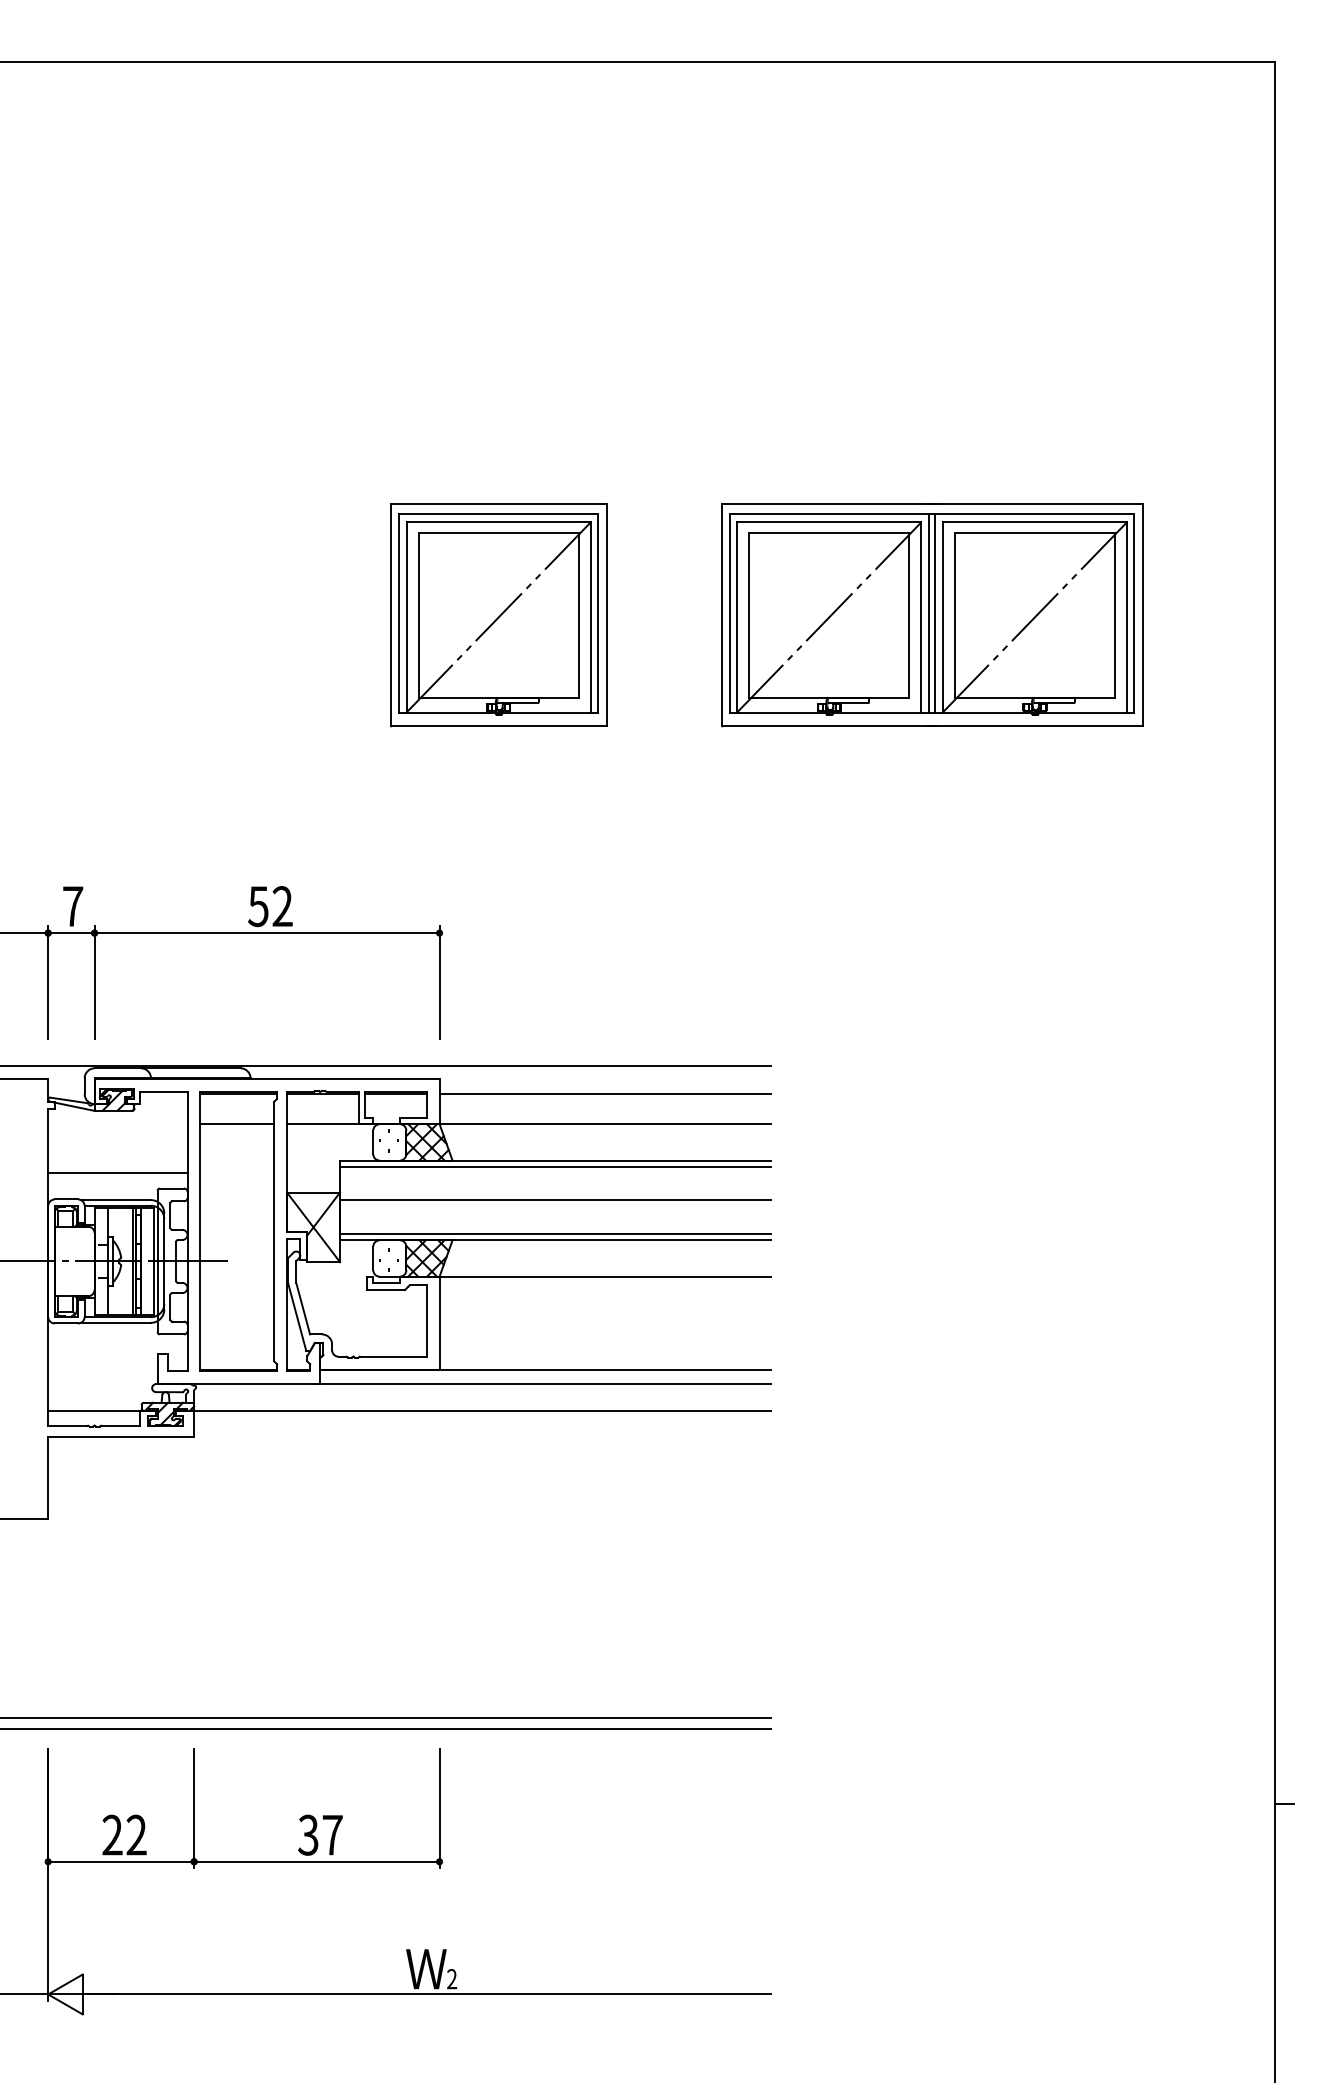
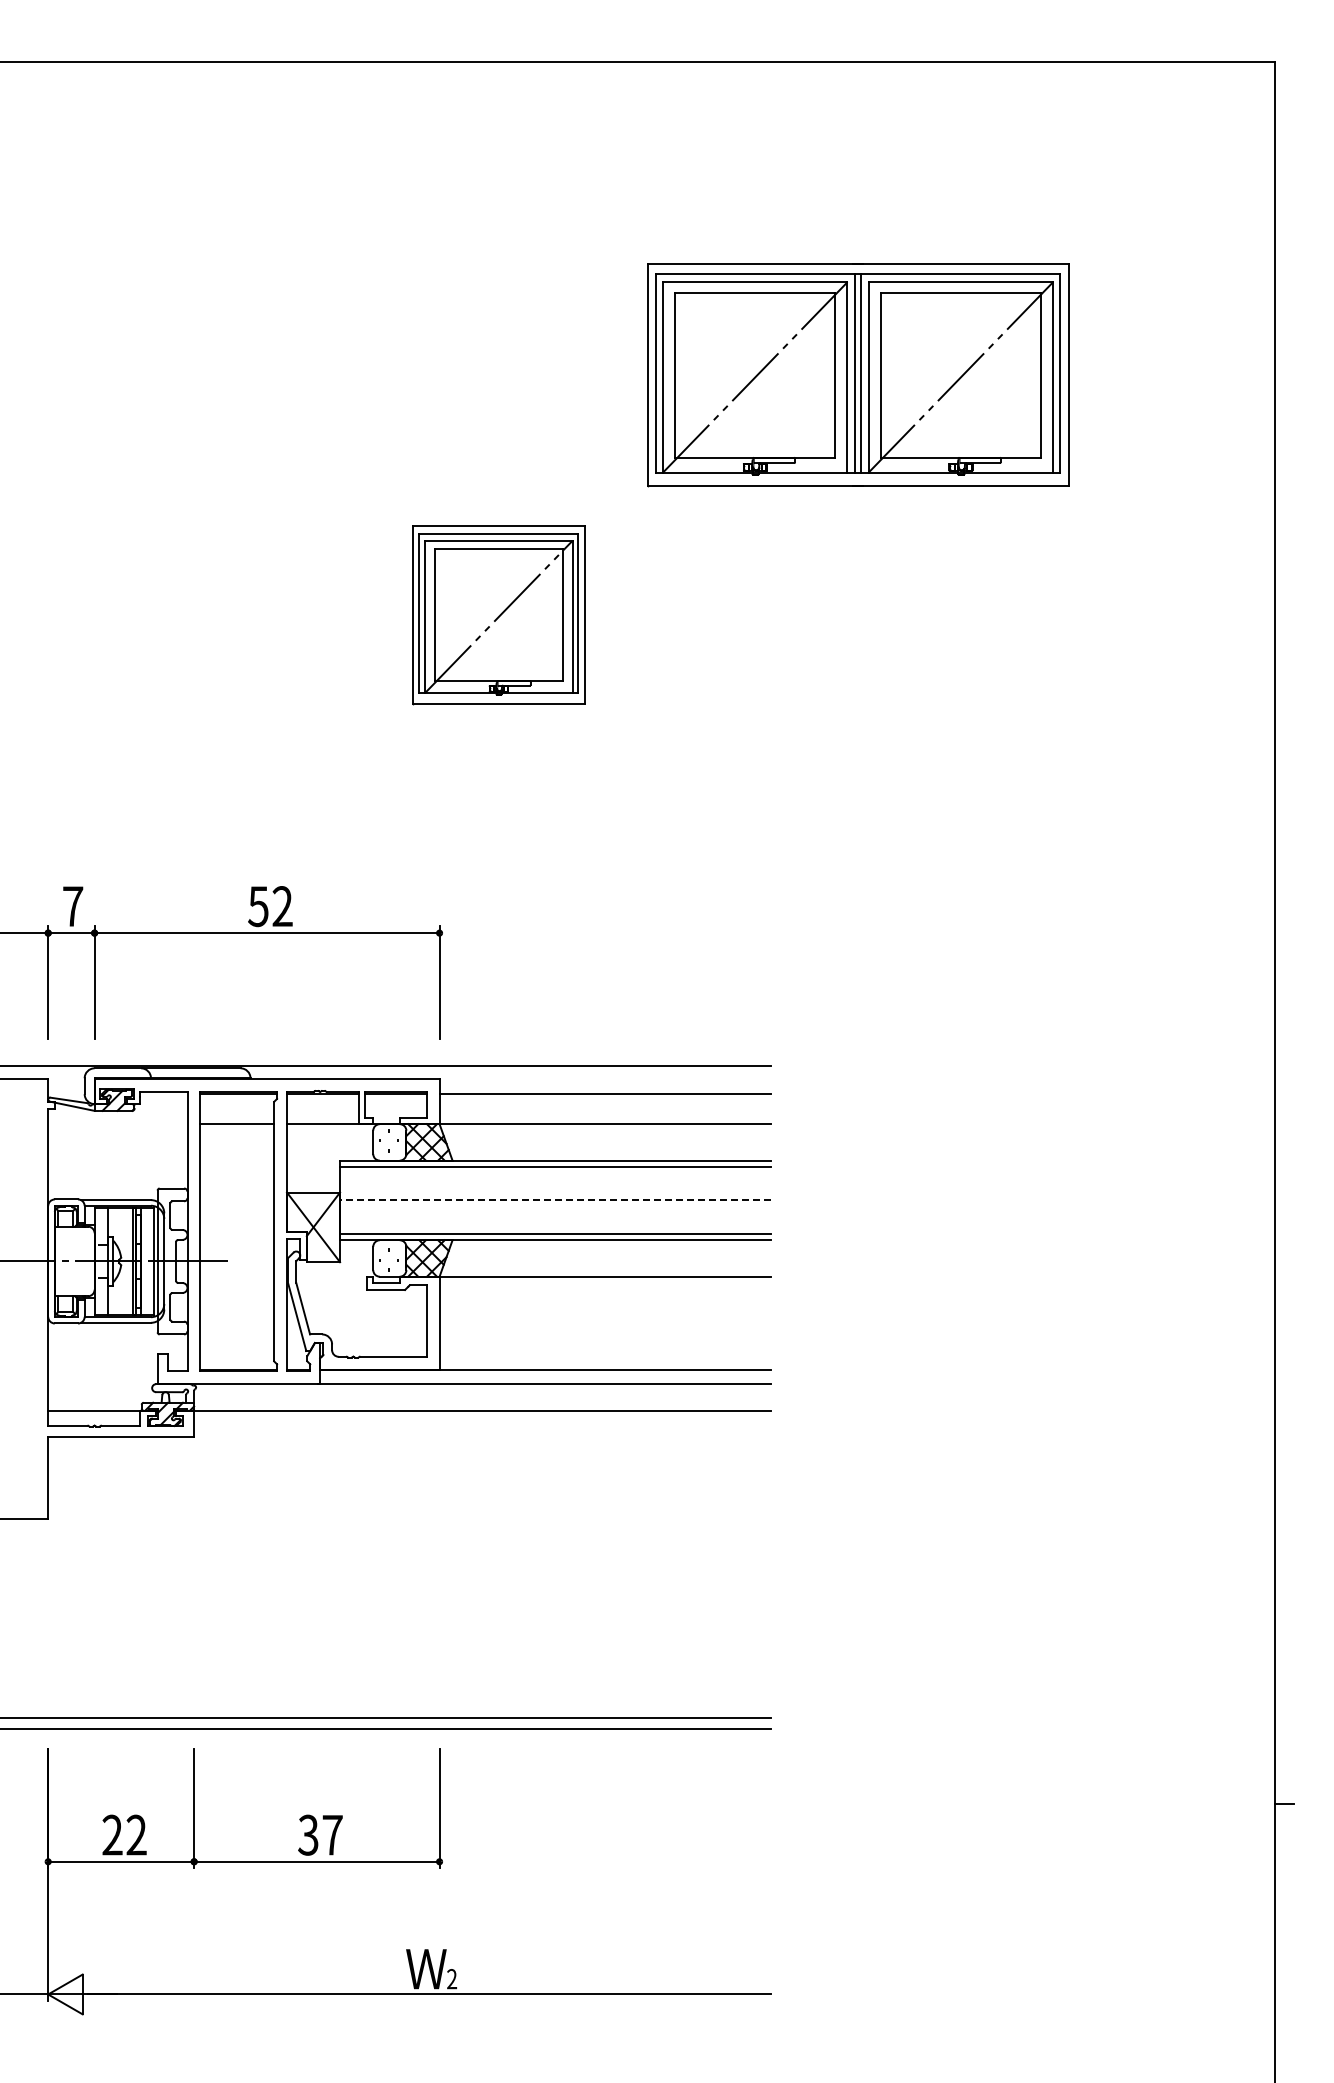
part at (498, 615) size: 218x225 px -> 174x181 px
part at (932, 615) position: (932, 615) -> (858, 375)
line at (117, 1173): present -> none
line at (555, 1200): solid -> dashed
